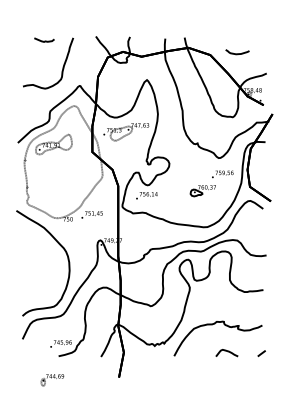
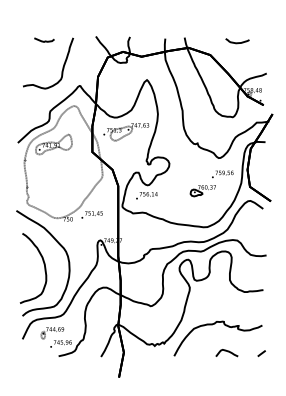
curve at (237, 53) position: (237, 53) -> (237, 42)
curve at (43, 264): none -> present
part at (52, 380) position: (52, 380) -> (52, 333)
